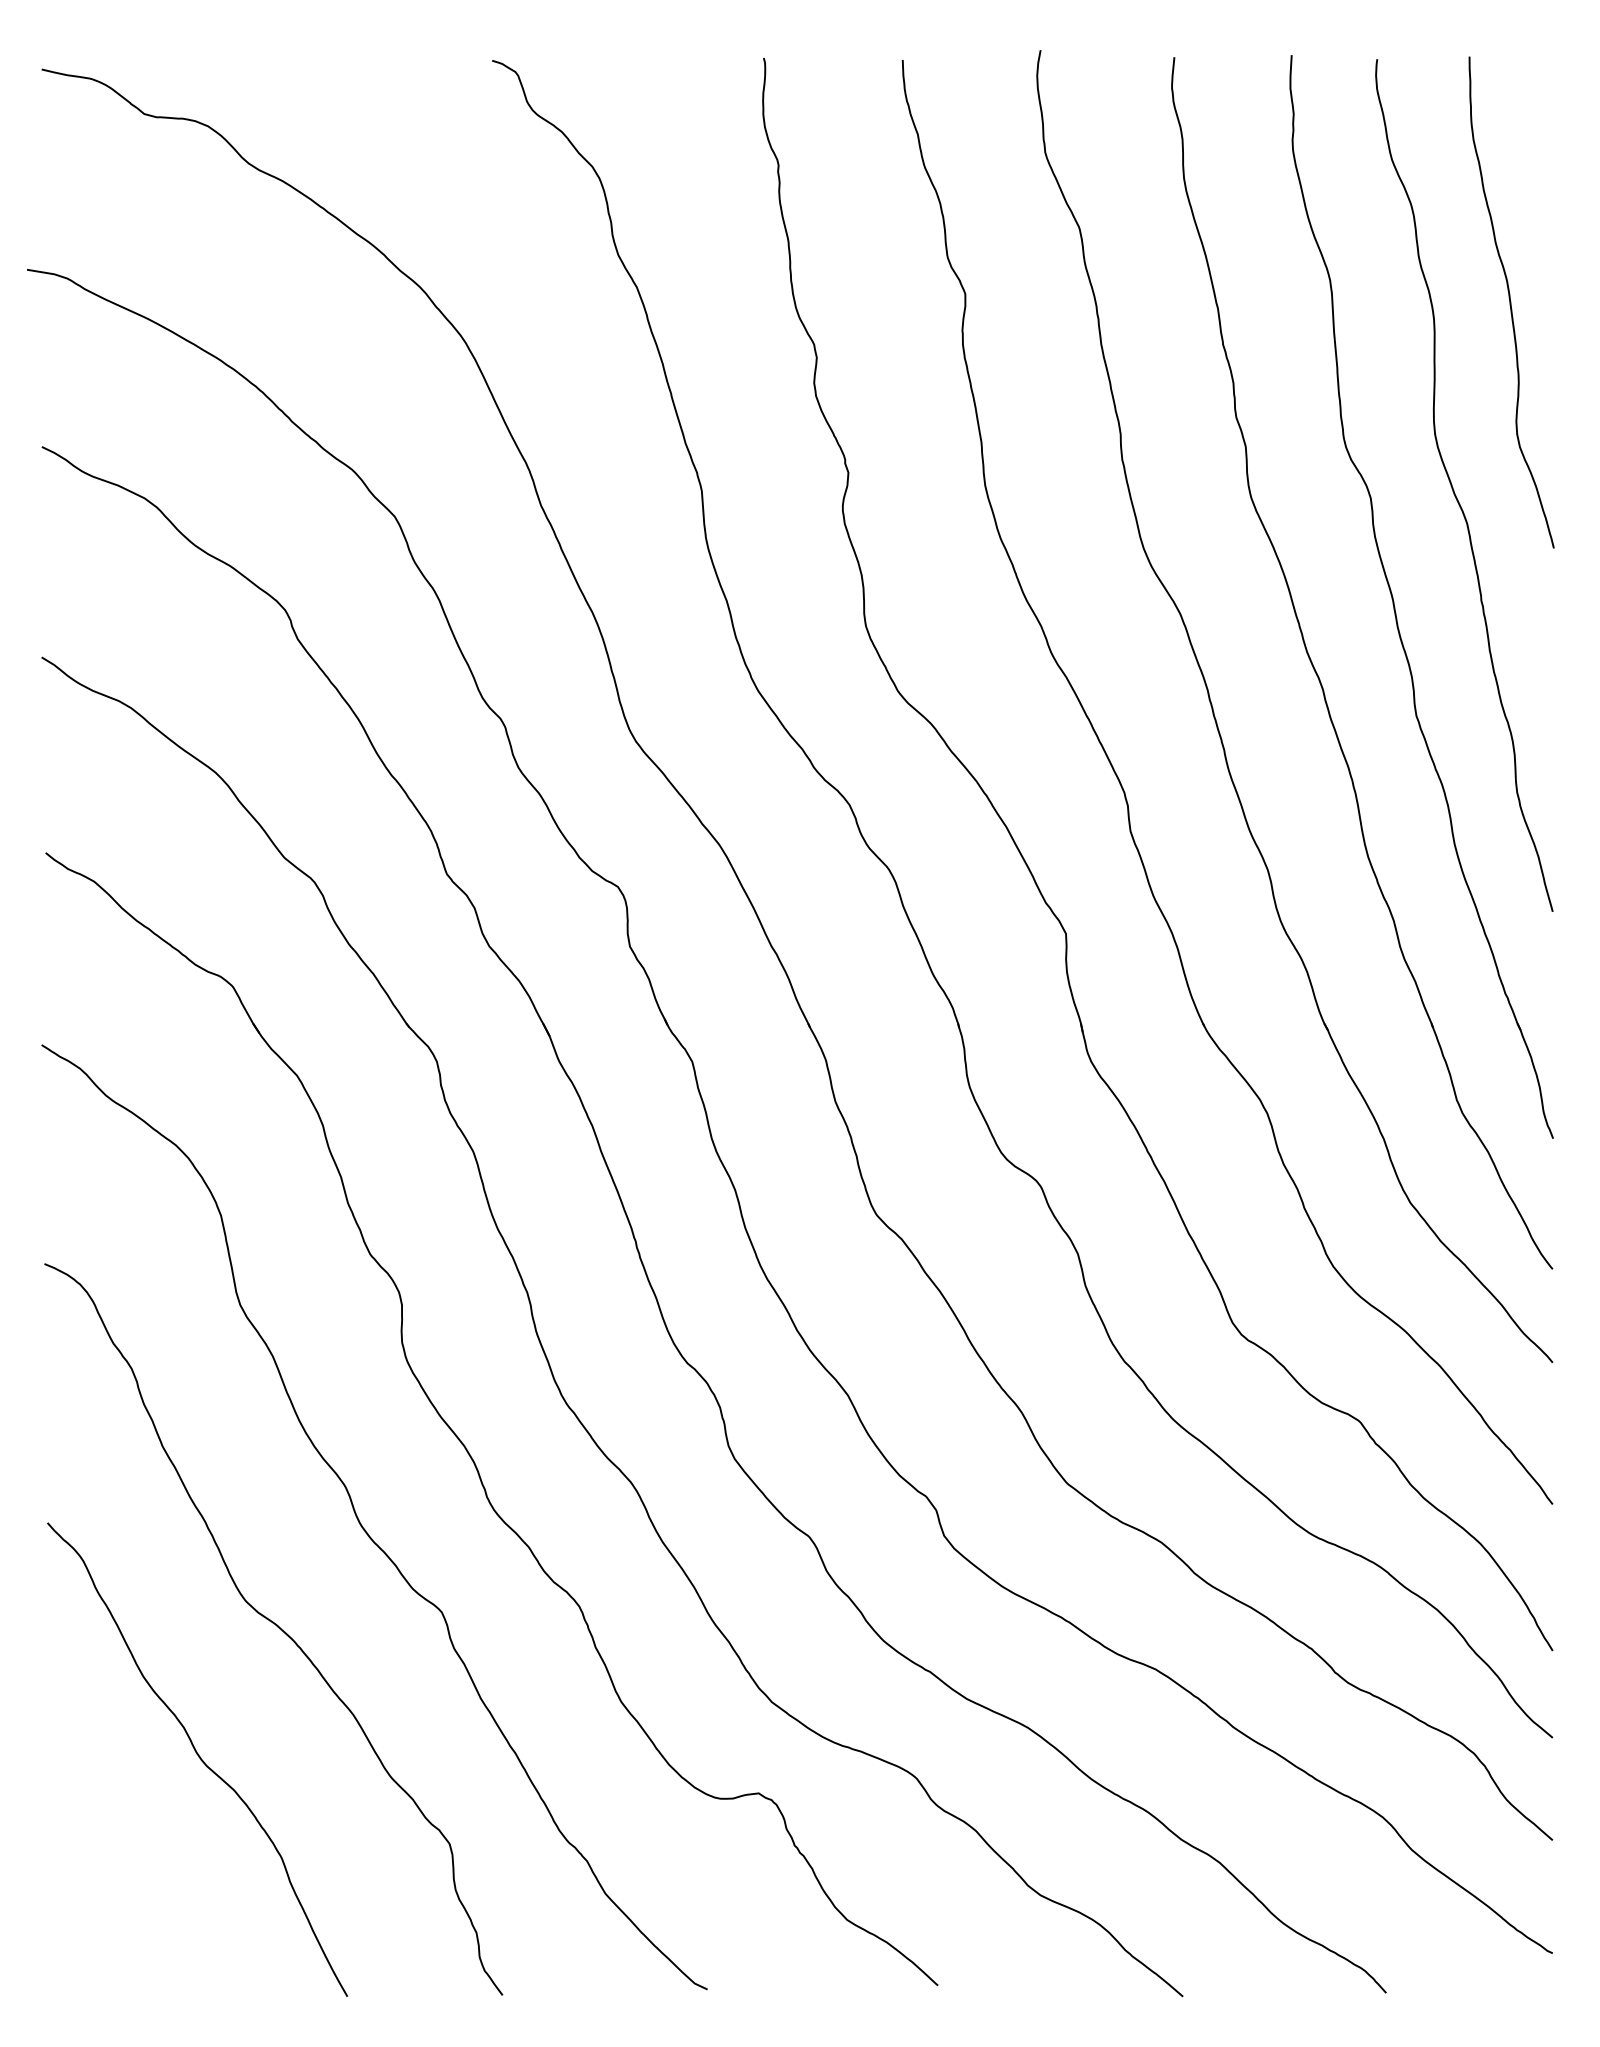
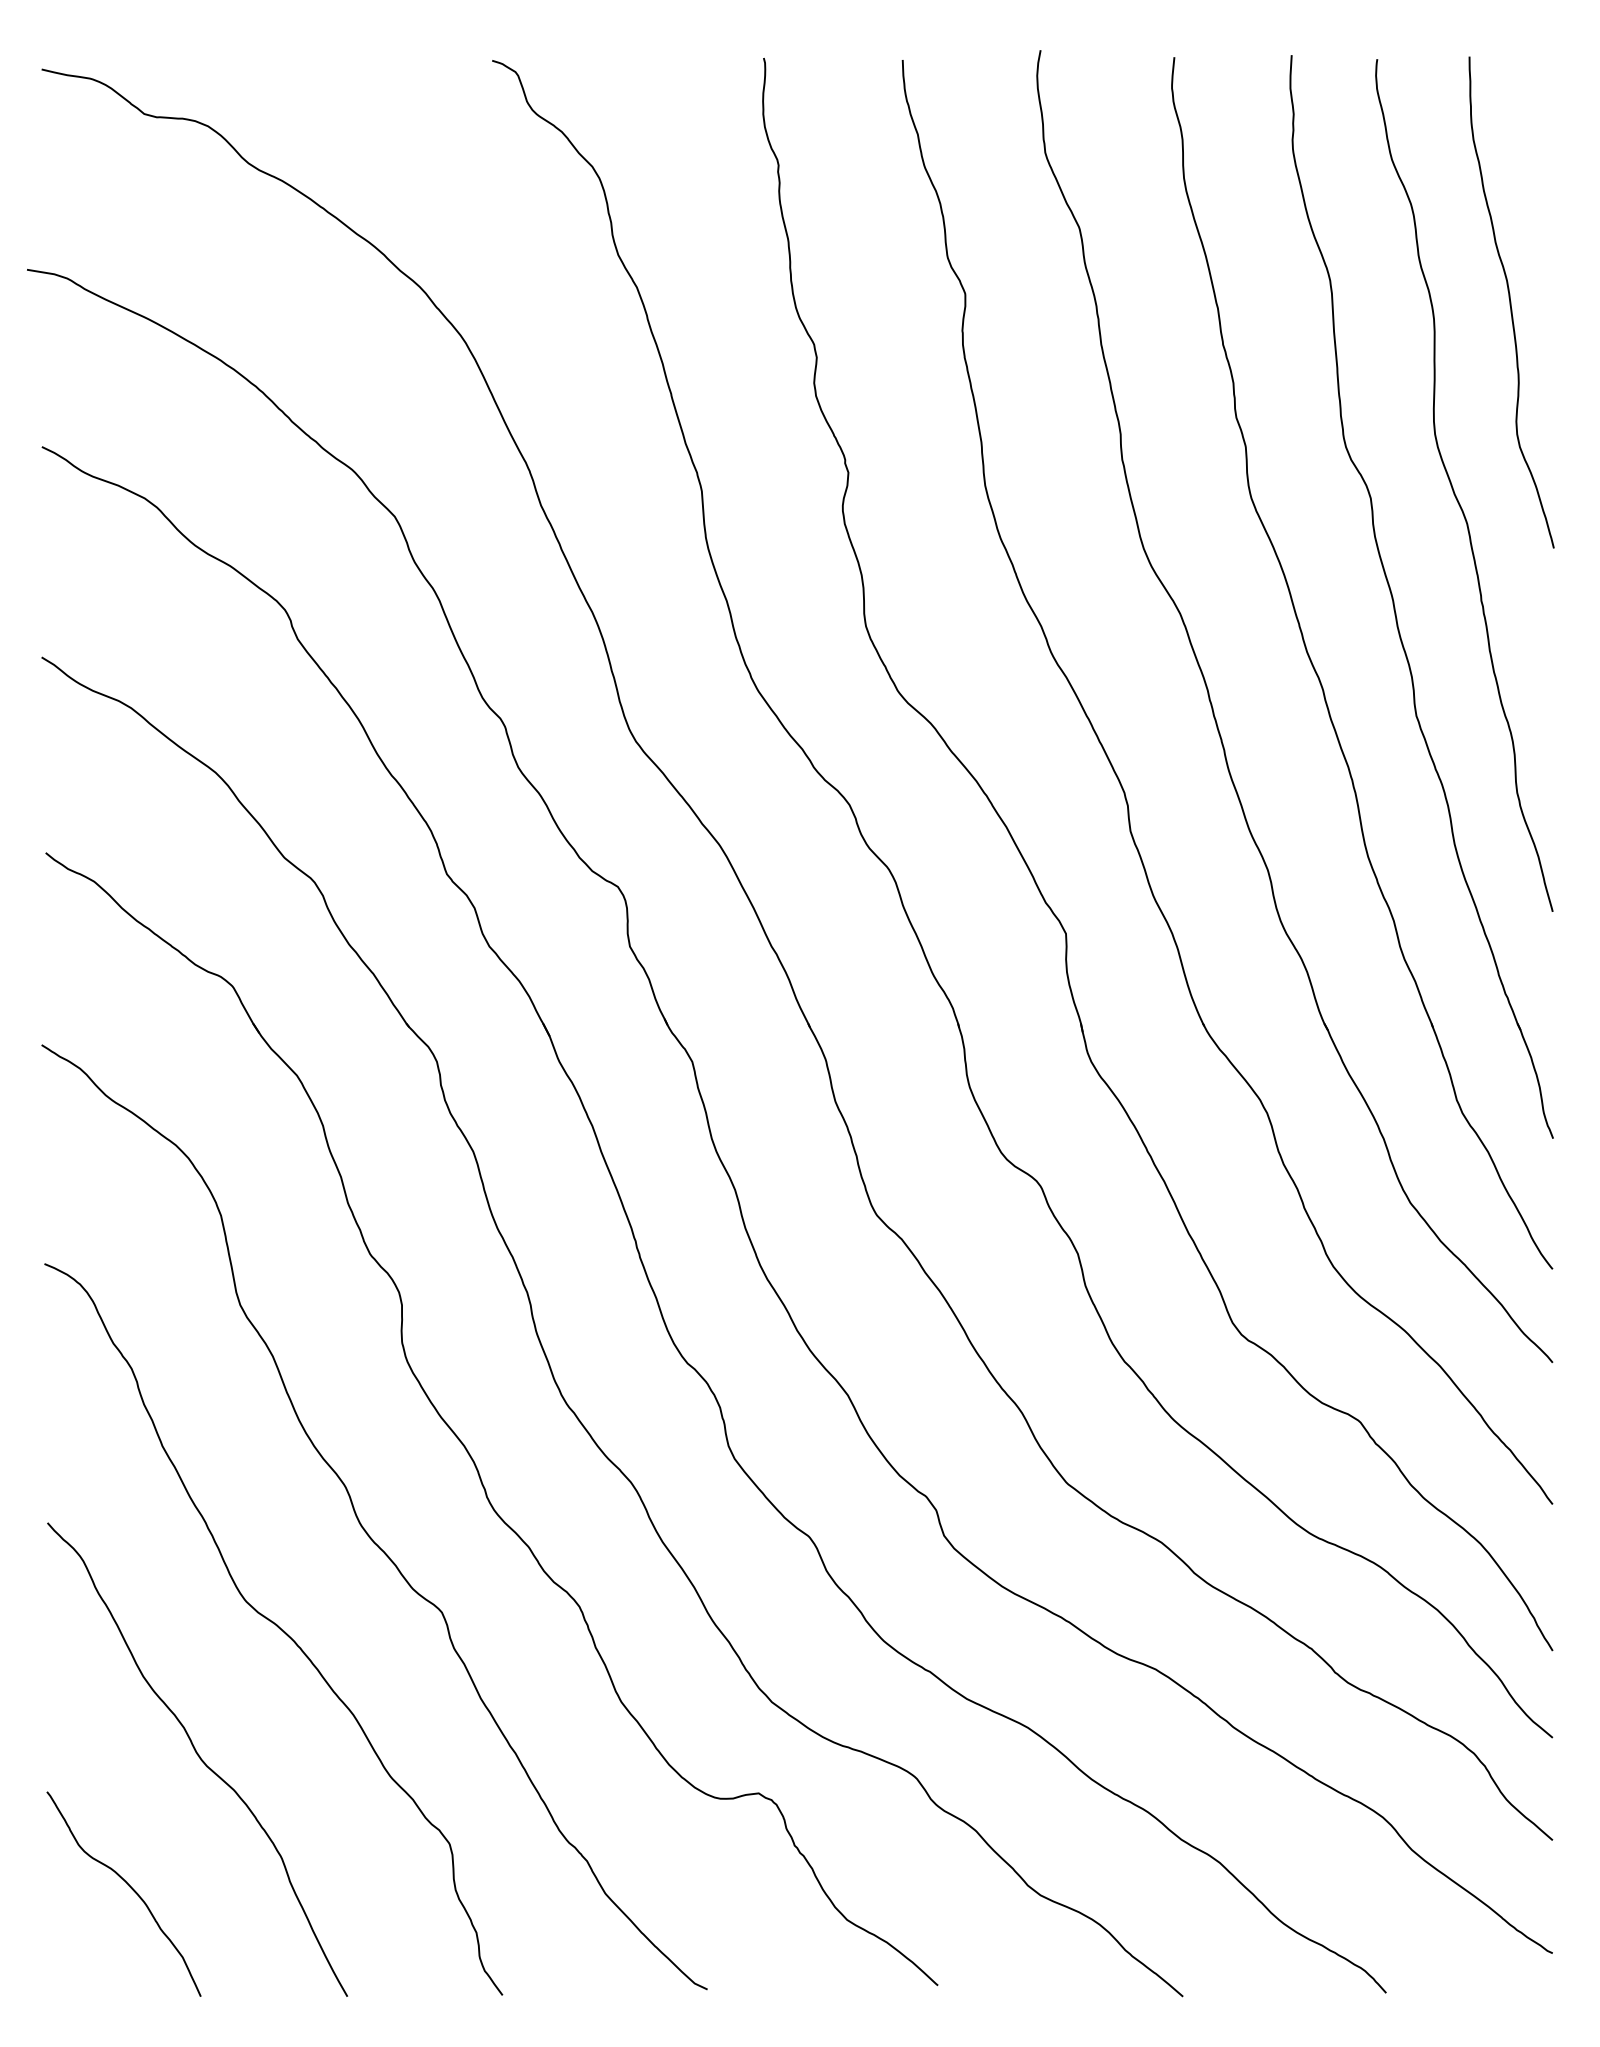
curve at (129, 1887): none -> present
